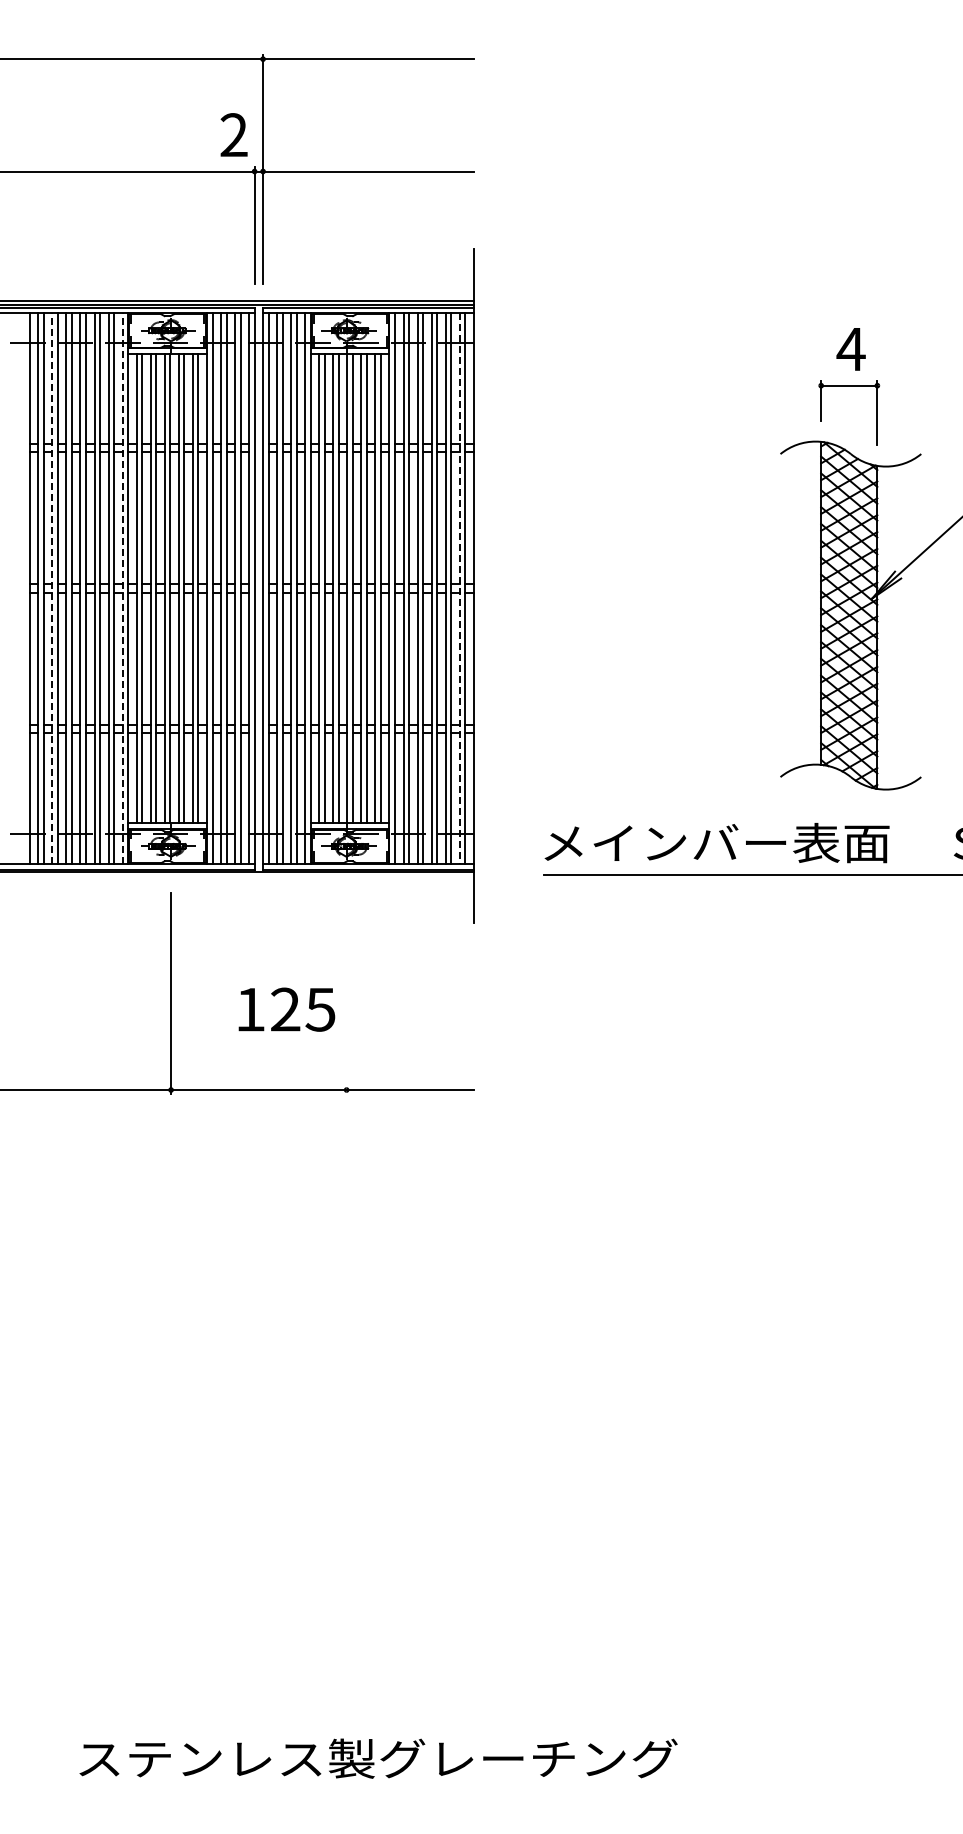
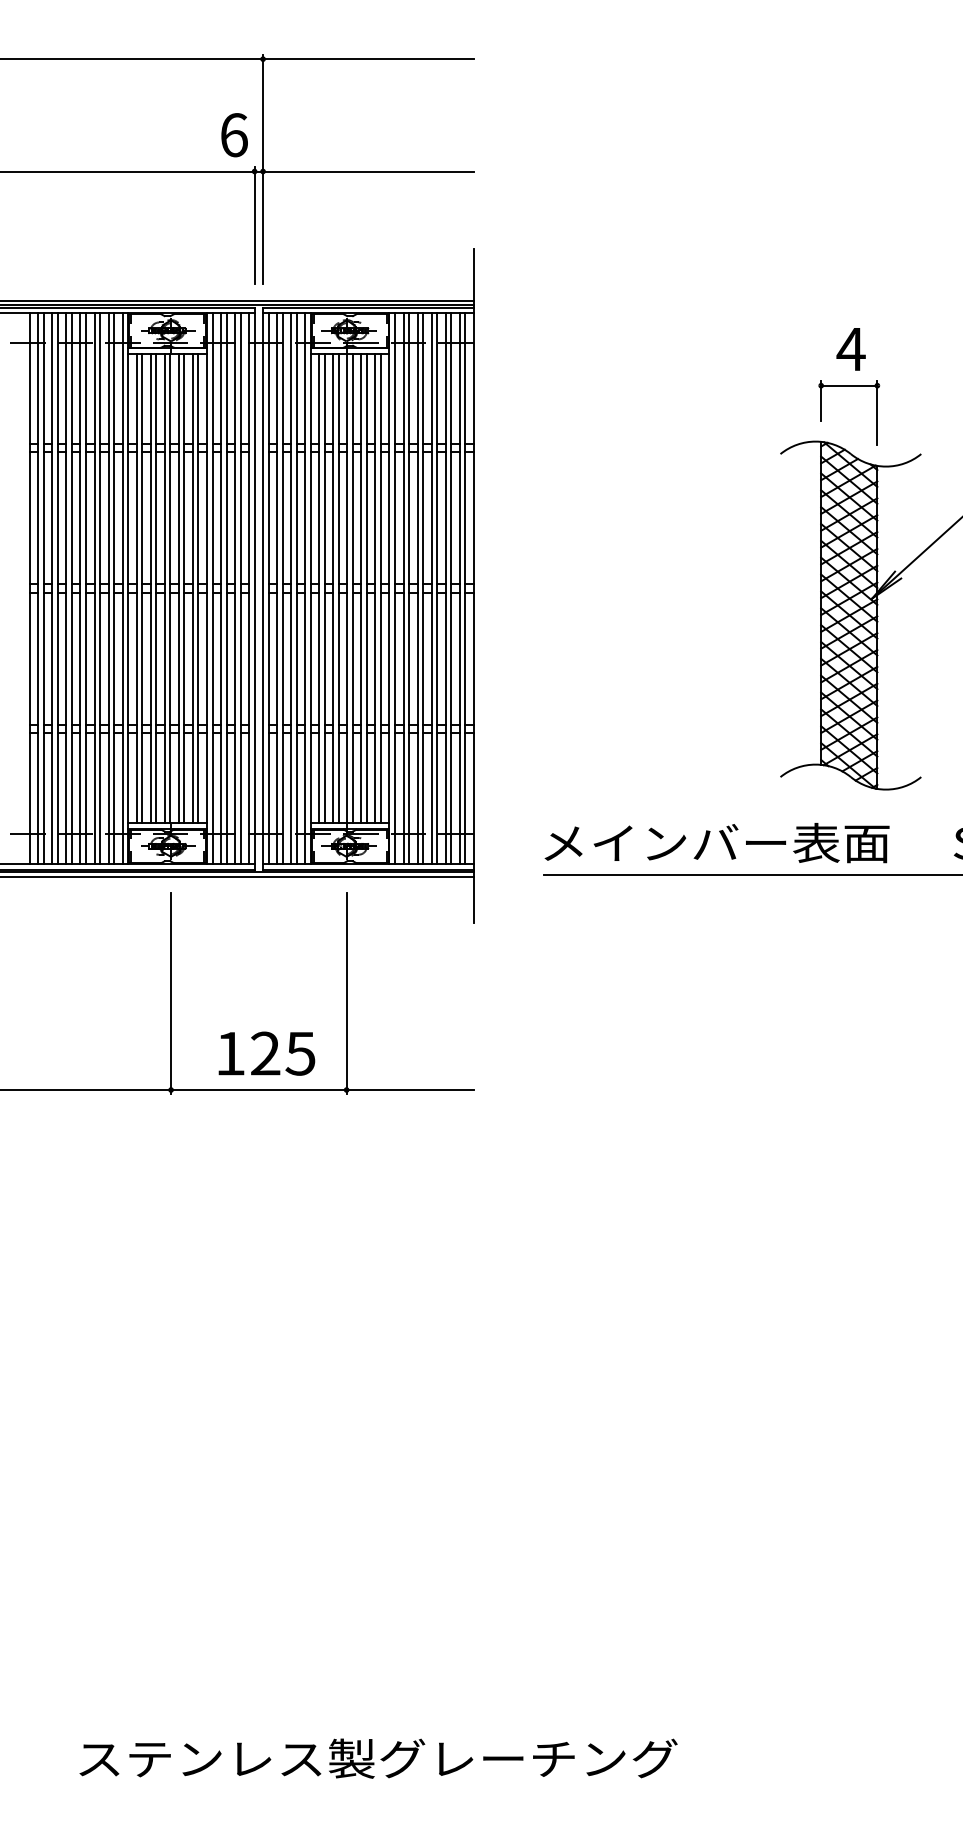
text at (233, 135): 2 -> 6
line at (52, 588): dashed -> solid
line at (122, 588): dashed -> solid
line at (459, 589): dashed -> solid
line at (237, 876): none -> present
line at (346, 993): none -> present
text at (286, 1009) position: (286, 1009) -> (266, 1053)
